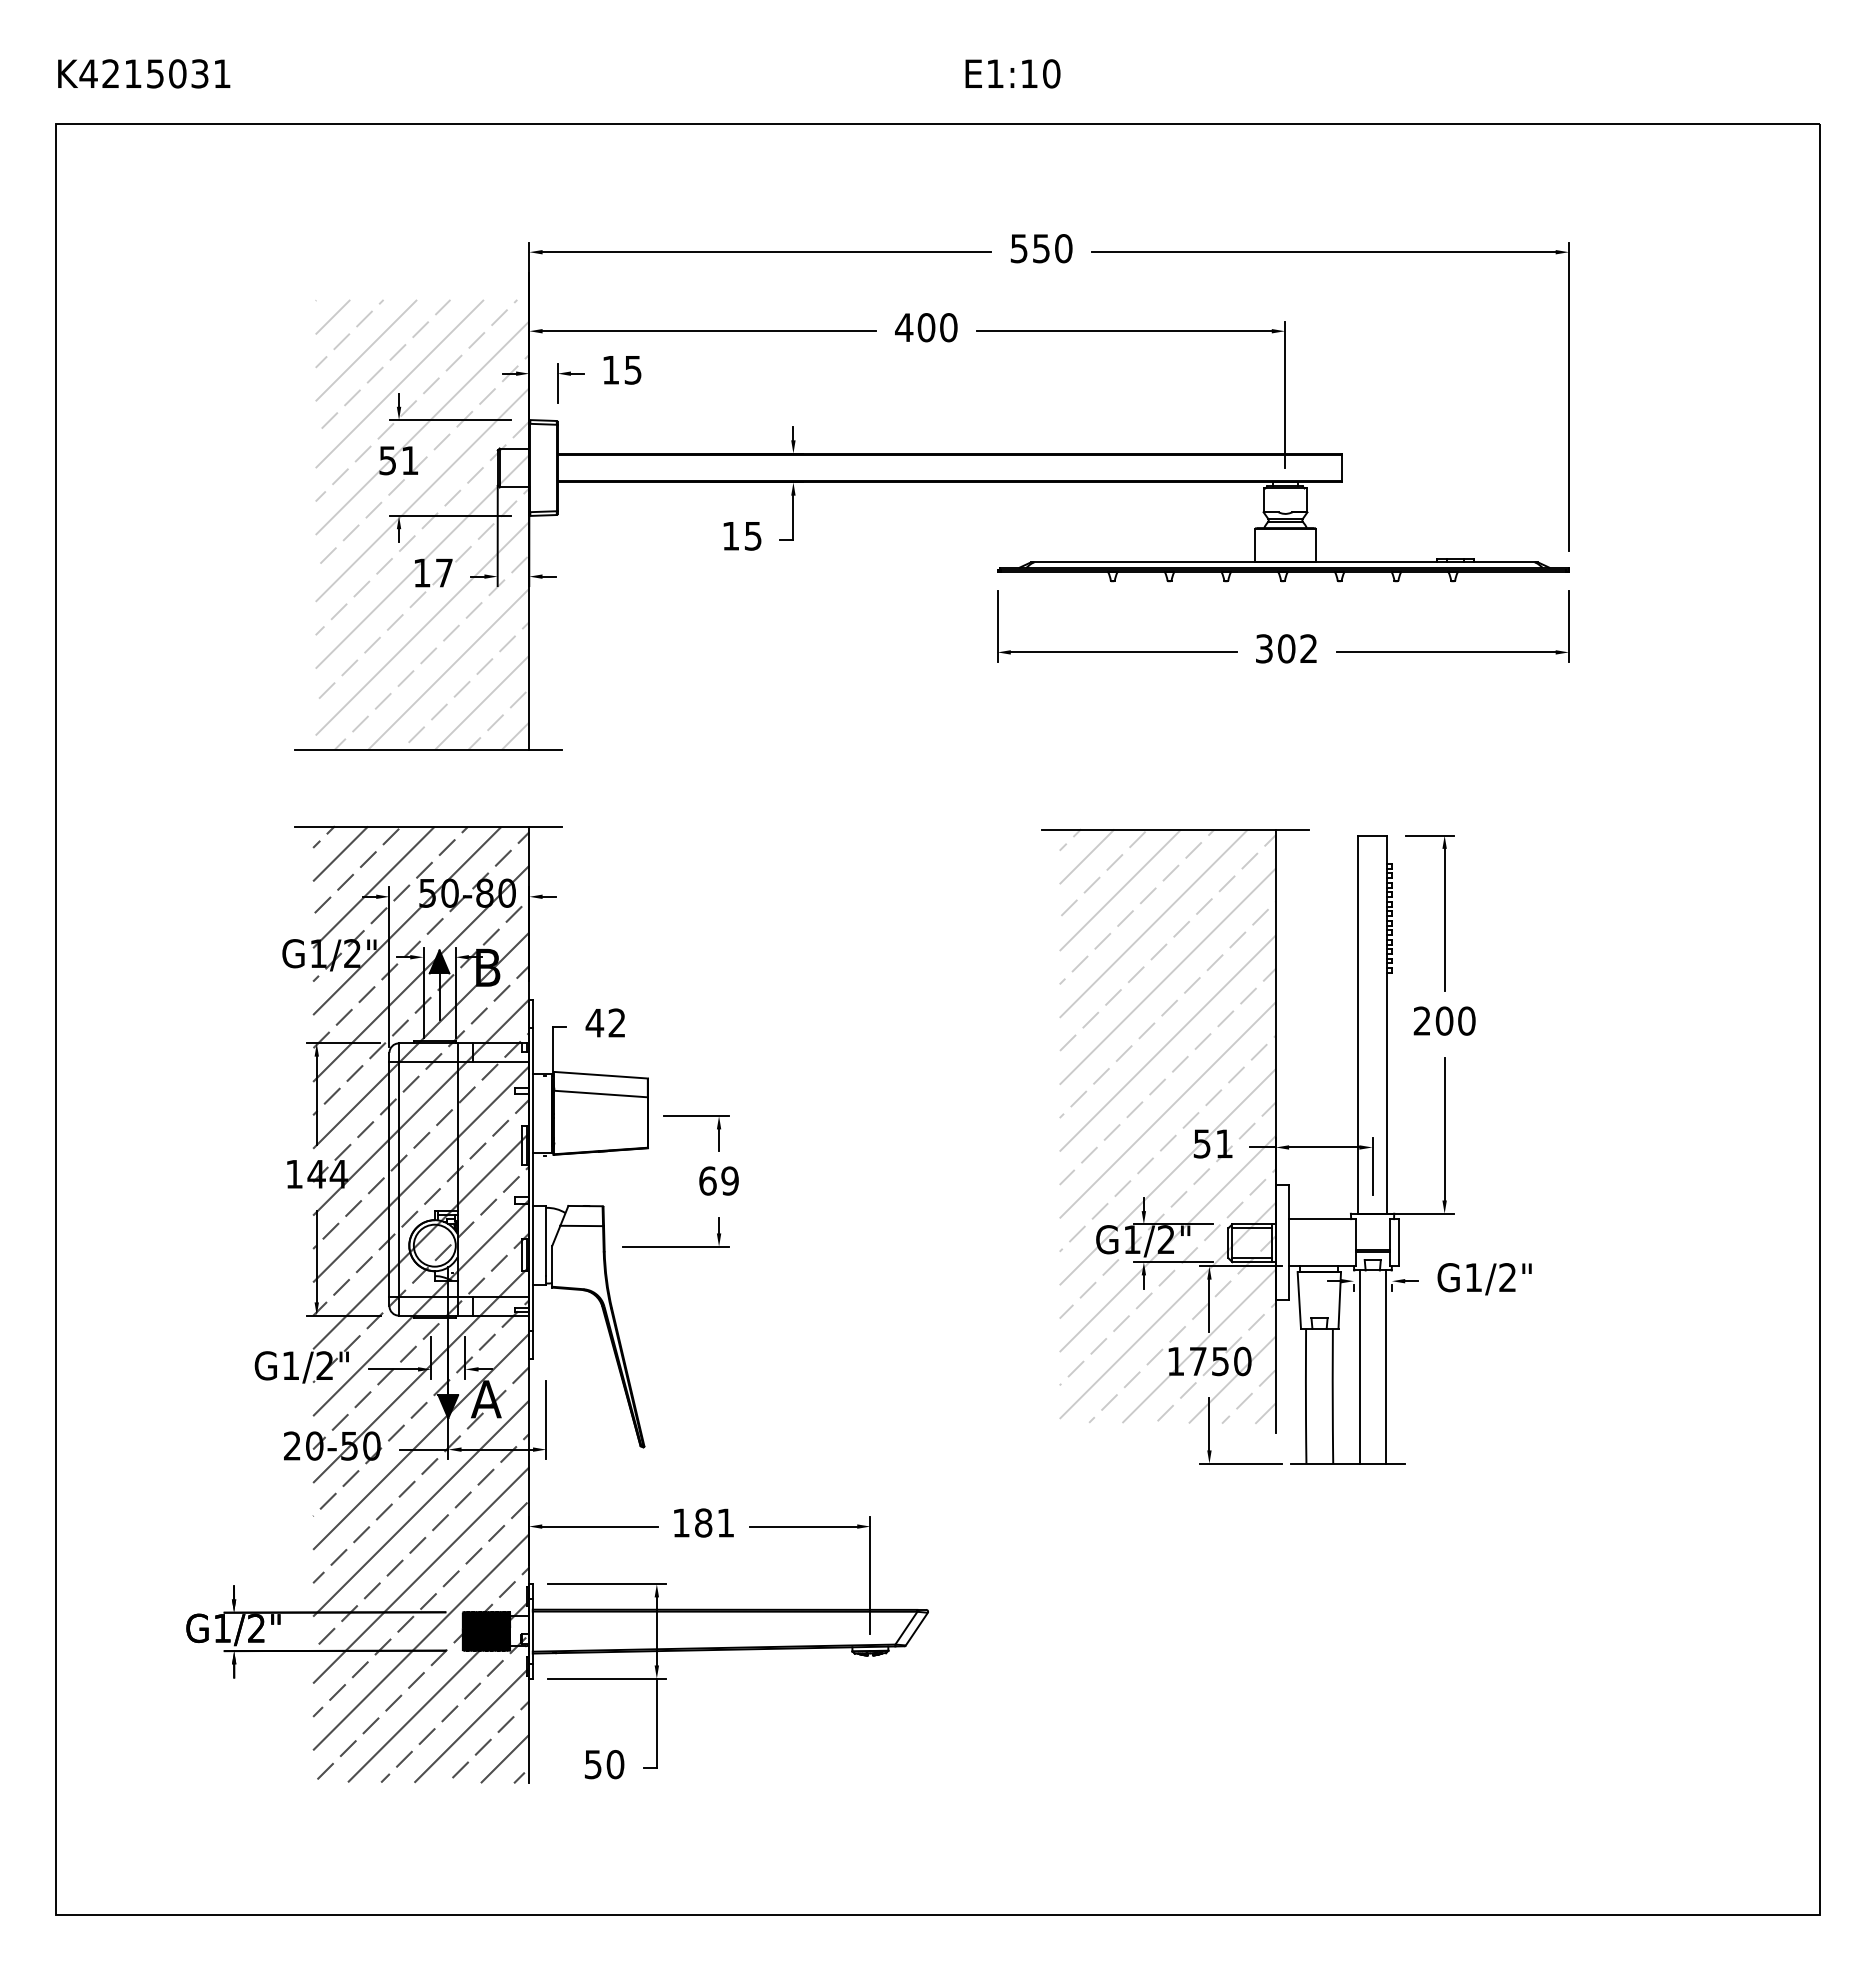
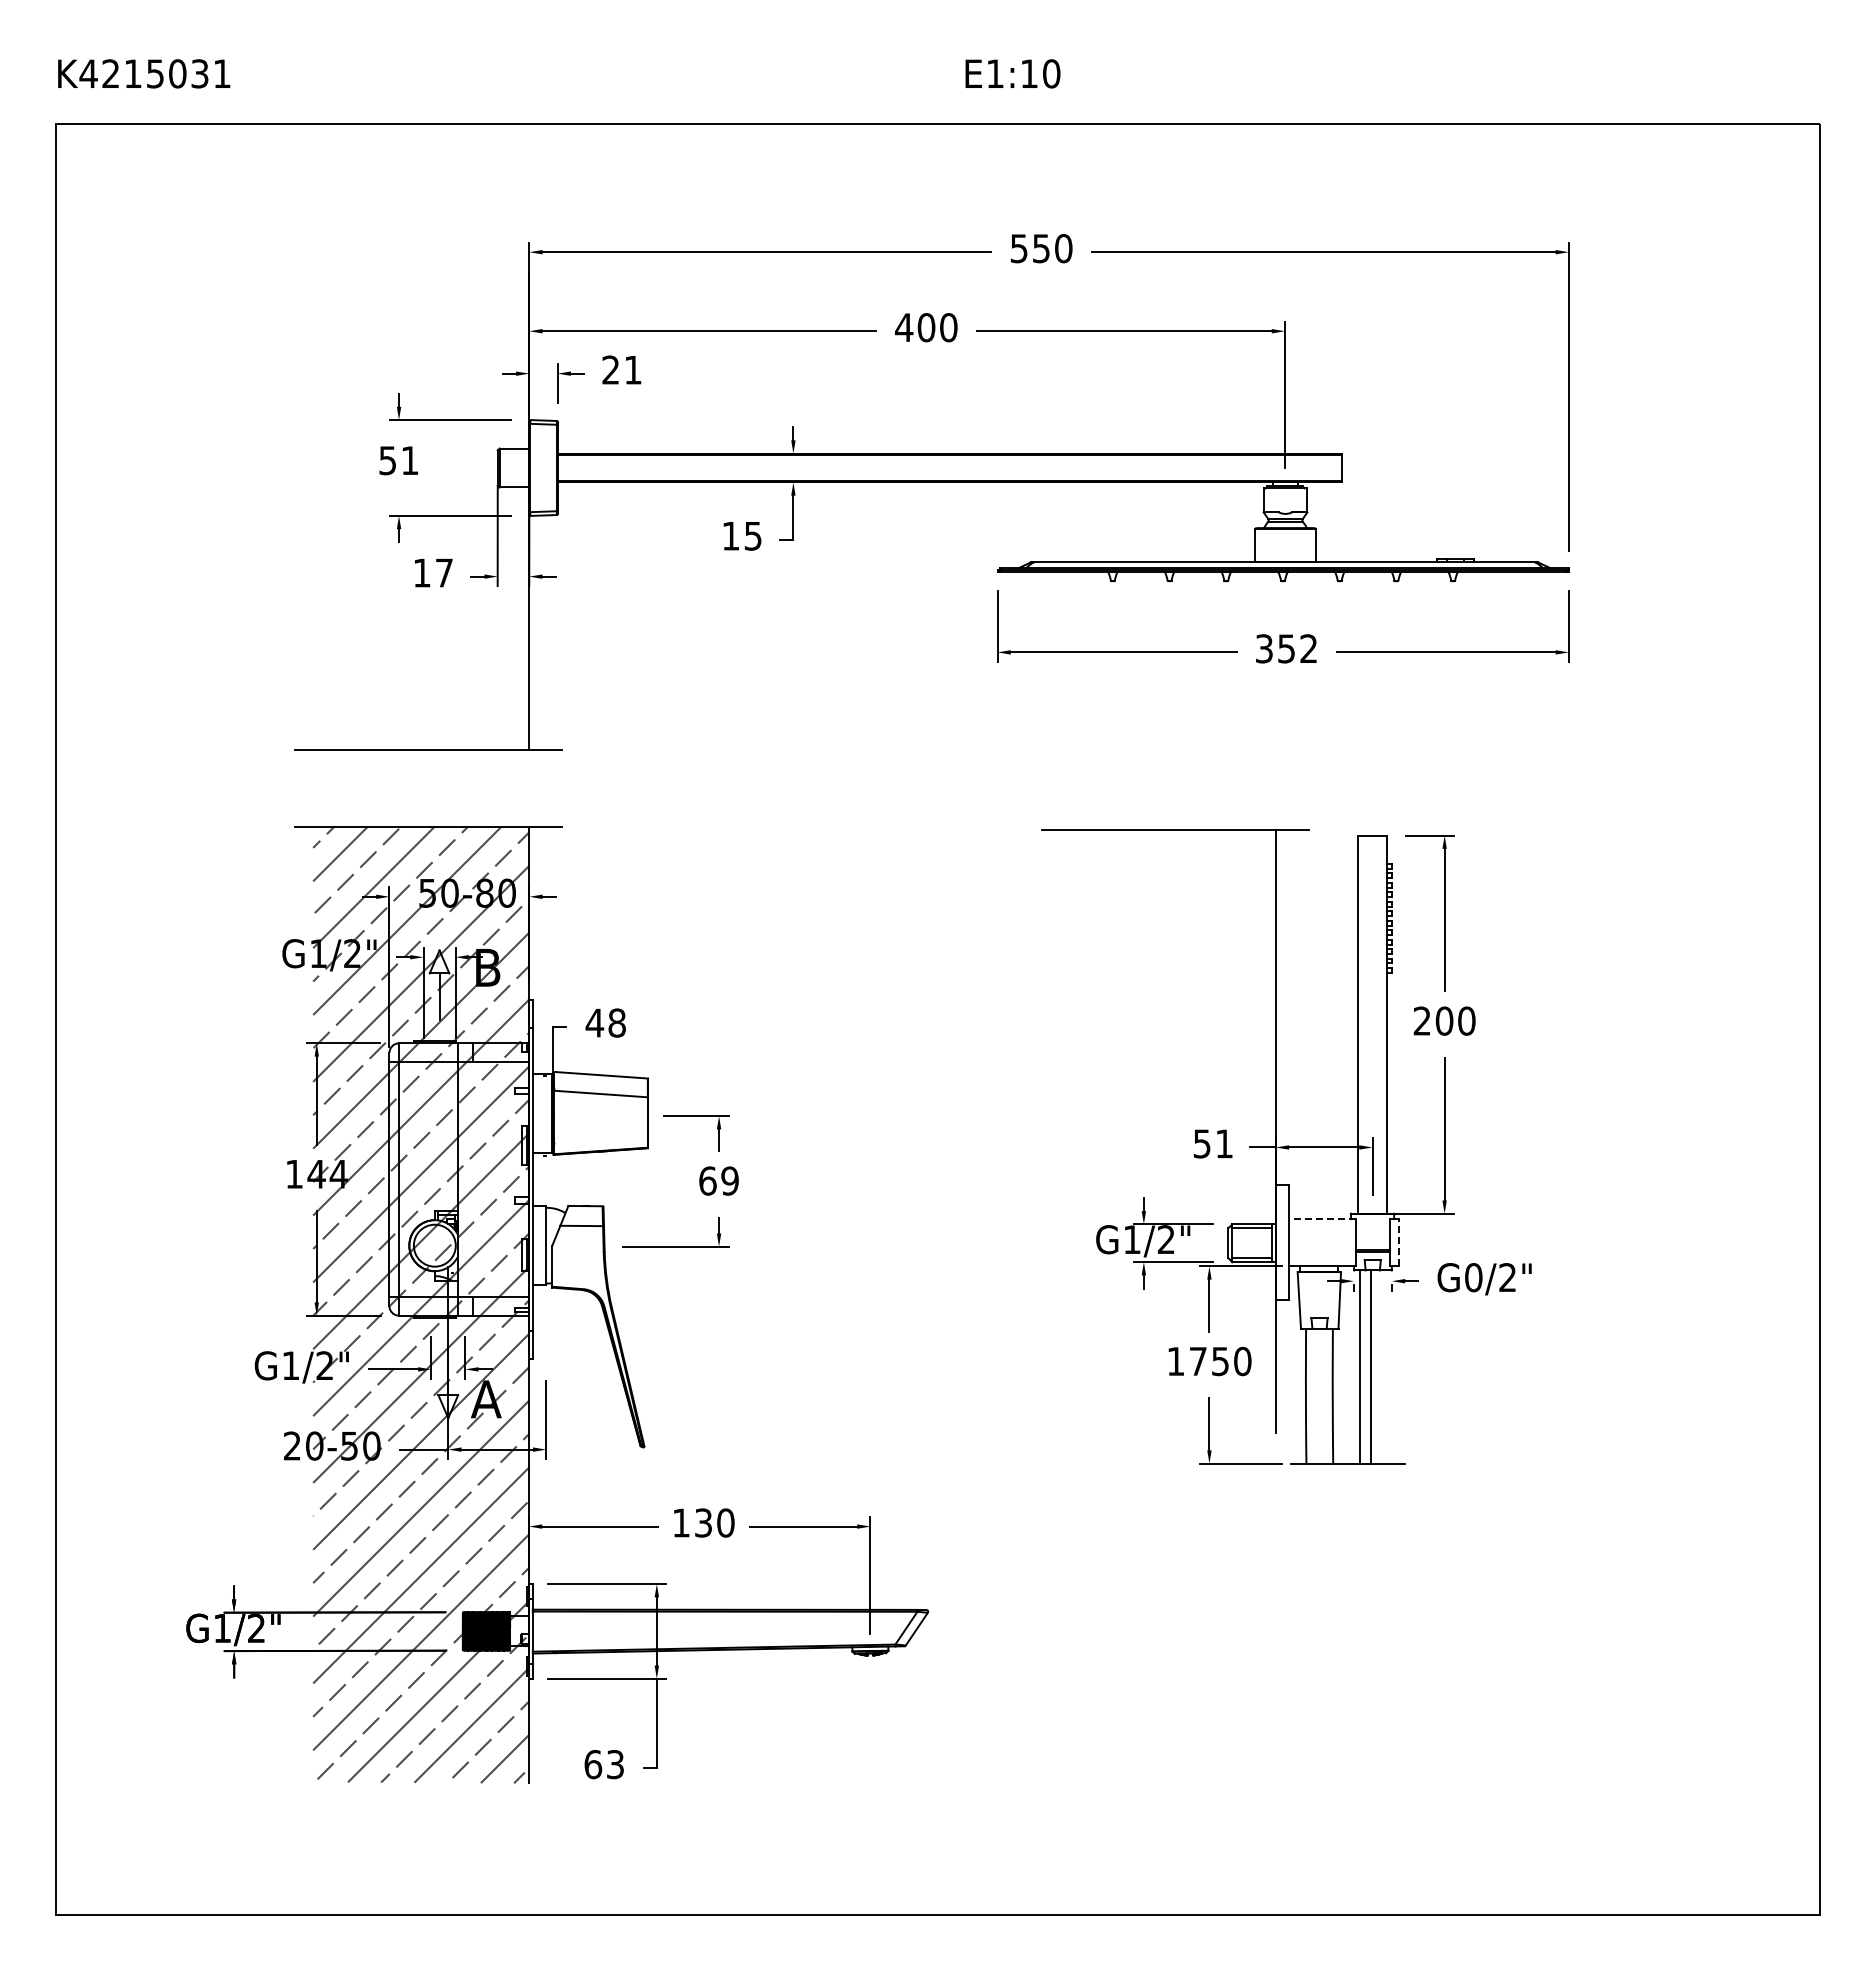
text at (621, 369): 15 -> 21
hatch at (422, 524): present -> none
text at (1286, 648): 302 -> 352
fill at (439, 961): present -> none
text at (616, 1022): 42 -> 48
hatch at (1167, 1126): present -> none
line at (1321, 1219): solid -> dashed
line at (1398, 1242): solid -> dashed
text at (1473, 1277): G1/2" -> G0/2"
line at (1386, 1366) position: (1386, 1366) -> (1371, 1366)
fill at (448, 1406): present -> none
text at (714, 1522): 181 -> 130
text at (604, 1764): 50 -> 63
